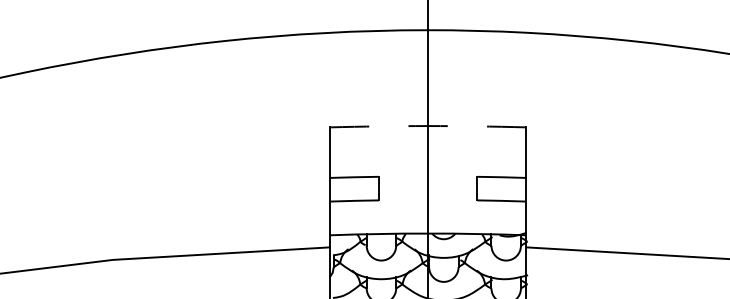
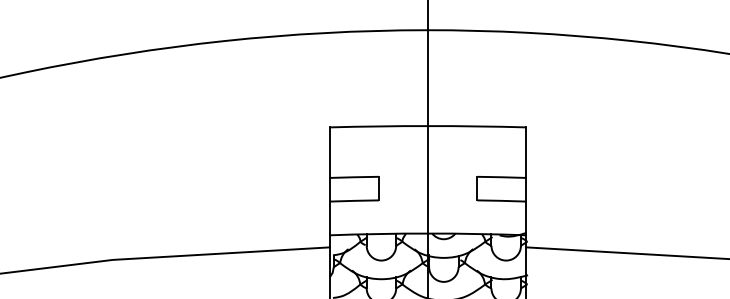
arc at (428, 126): dashed -> solid
